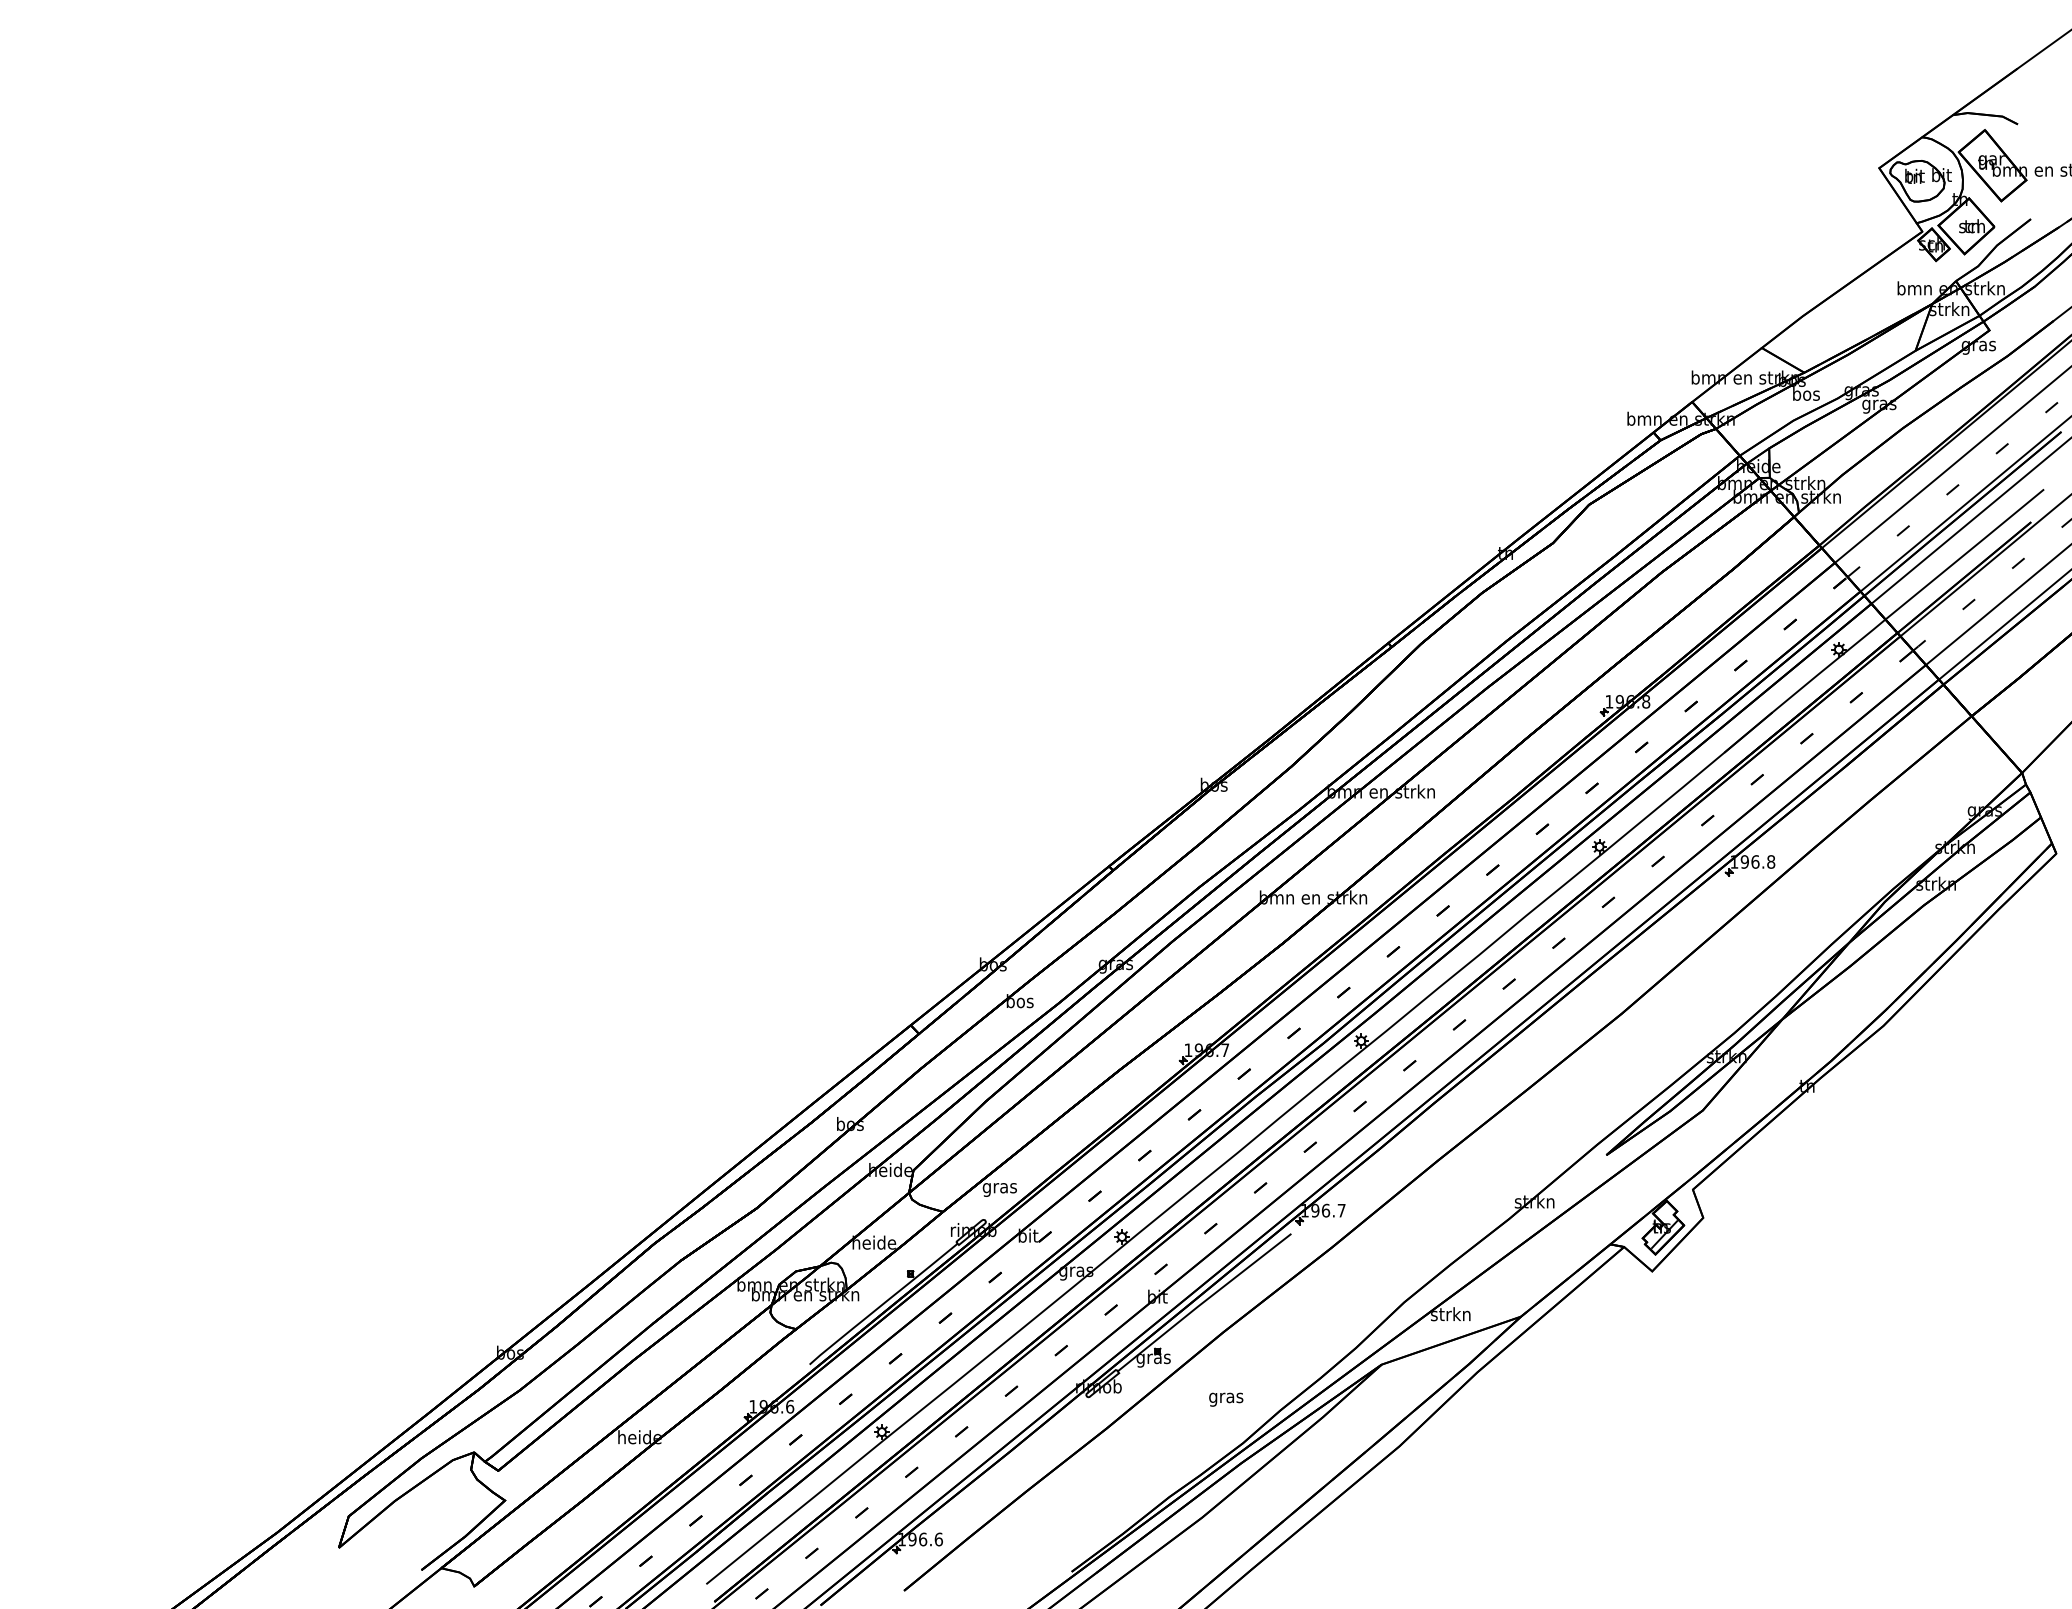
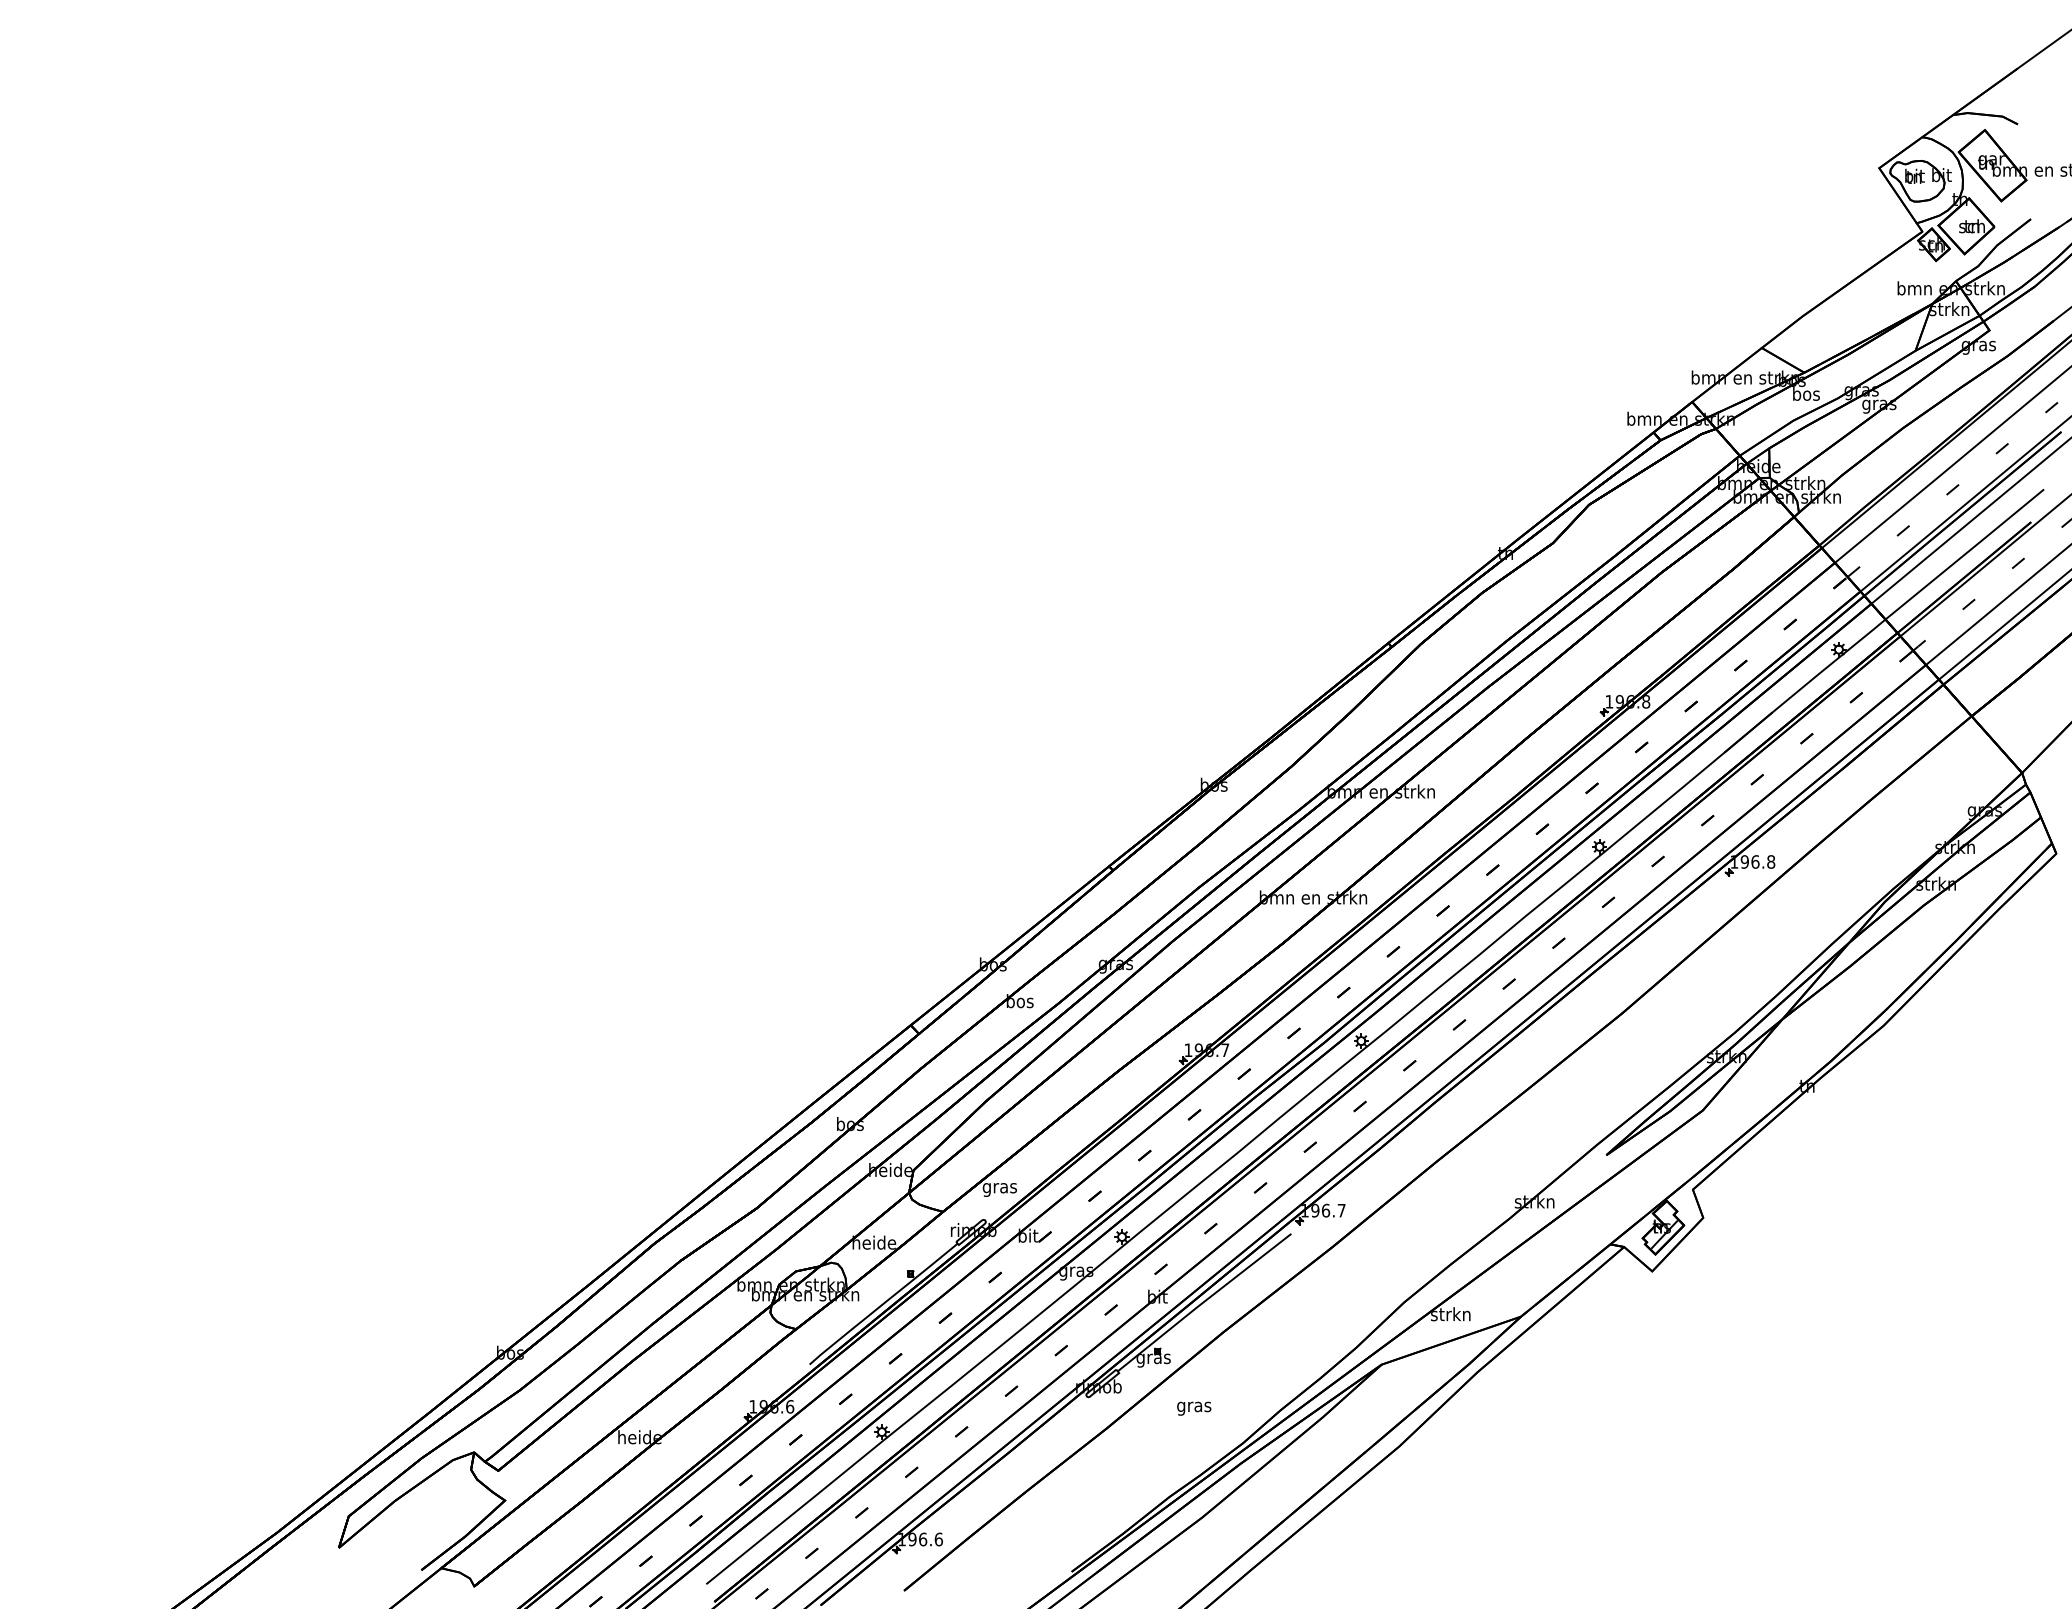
text at (1226, 1399) position: (1226, 1399) -> (1194, 1408)
